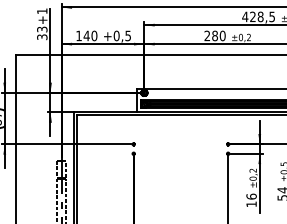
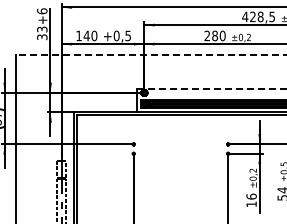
text at (42, 11): +1 -> +6
line at (150, 54): solid -> dashed
line at (211, 88): solid -> dashed
